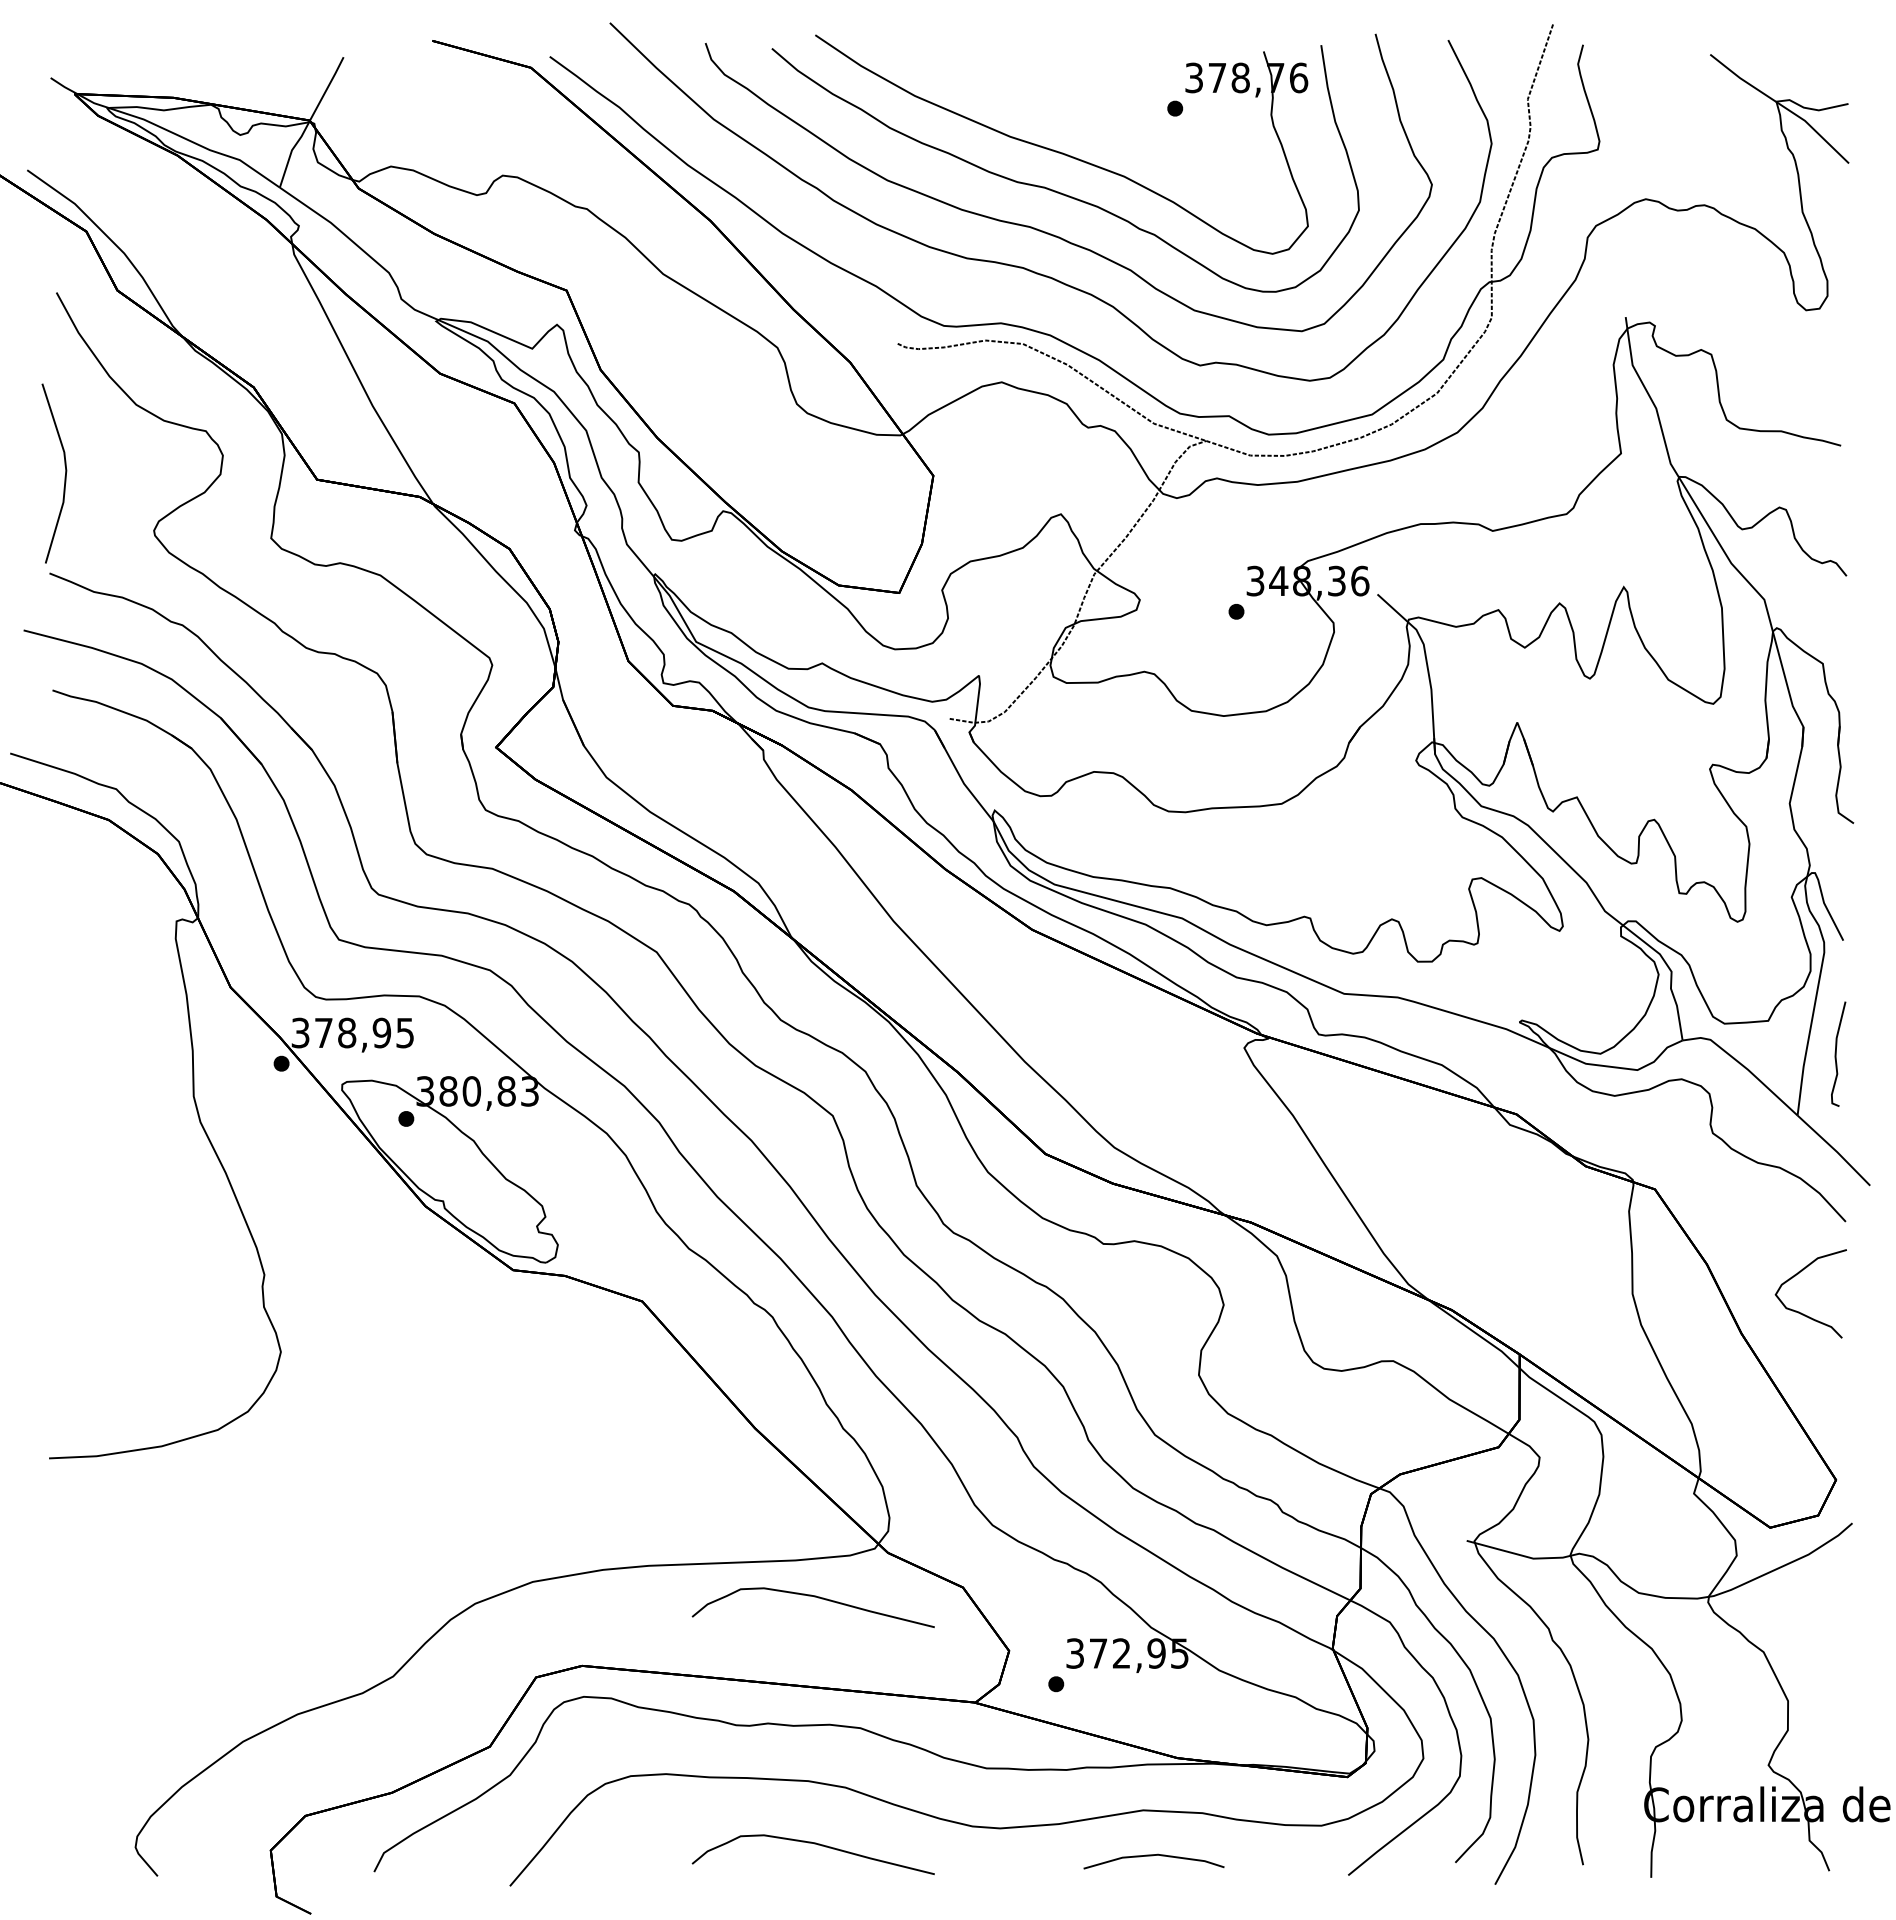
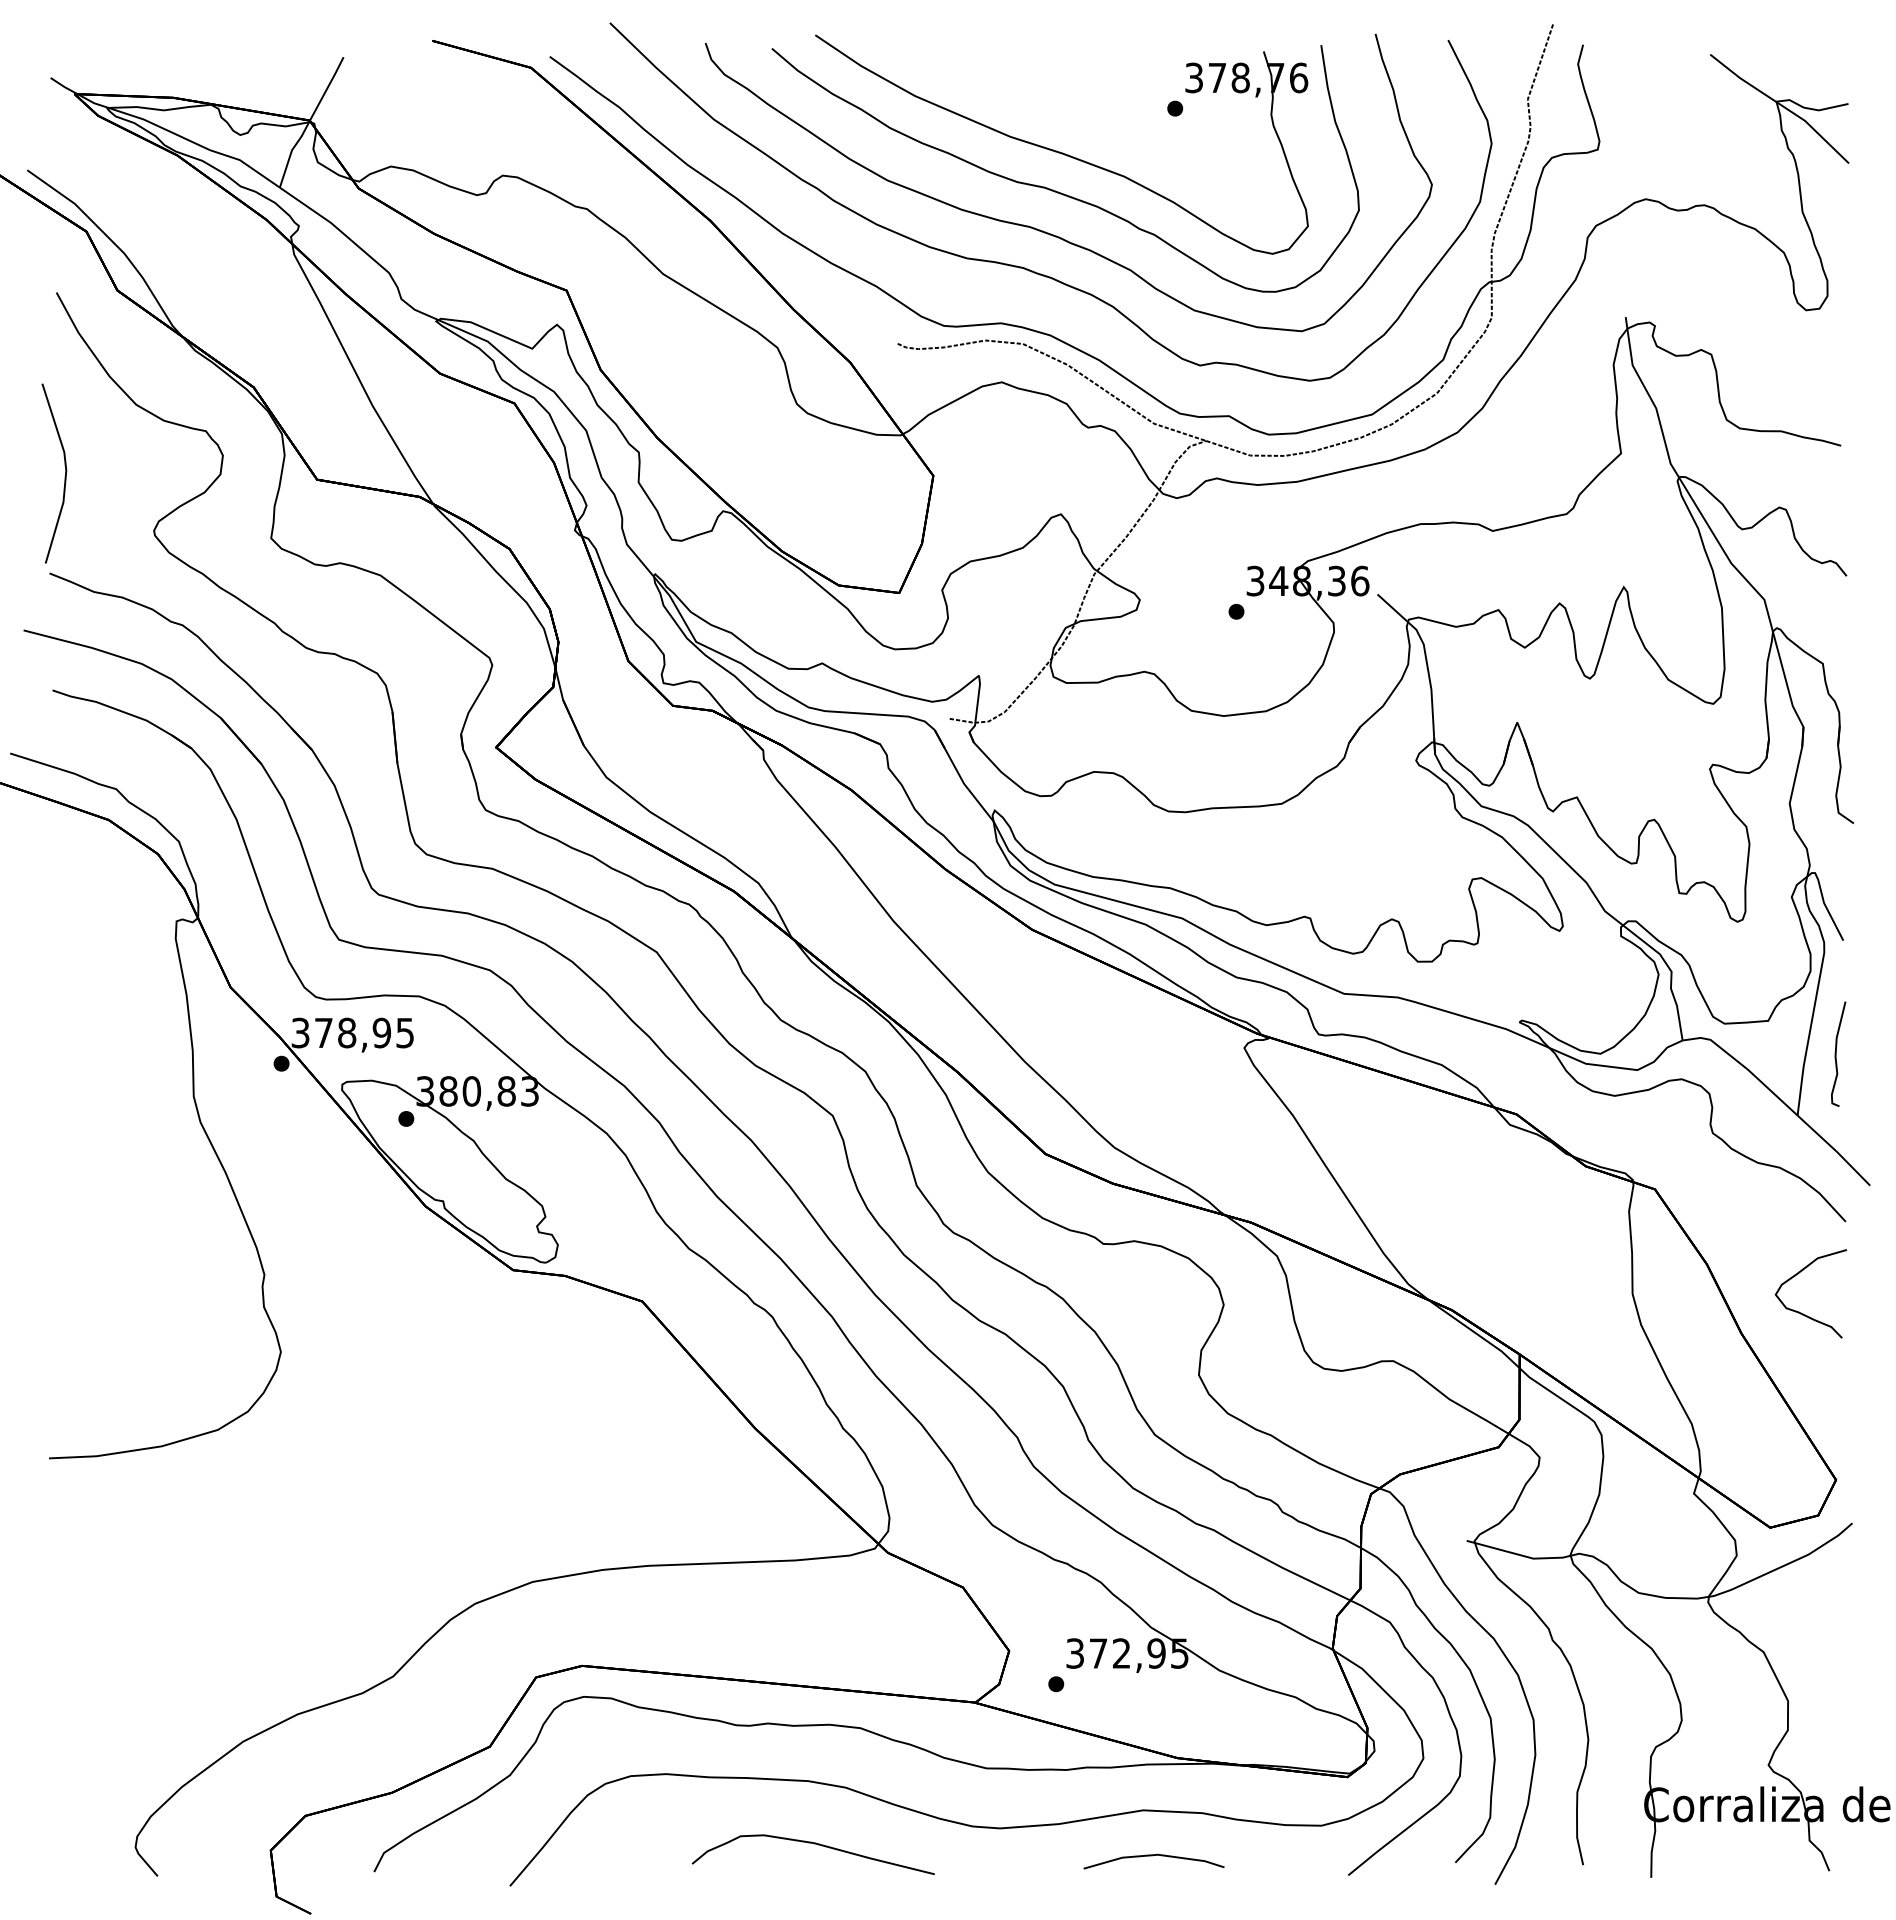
curve at (814, 1597): present -> none
